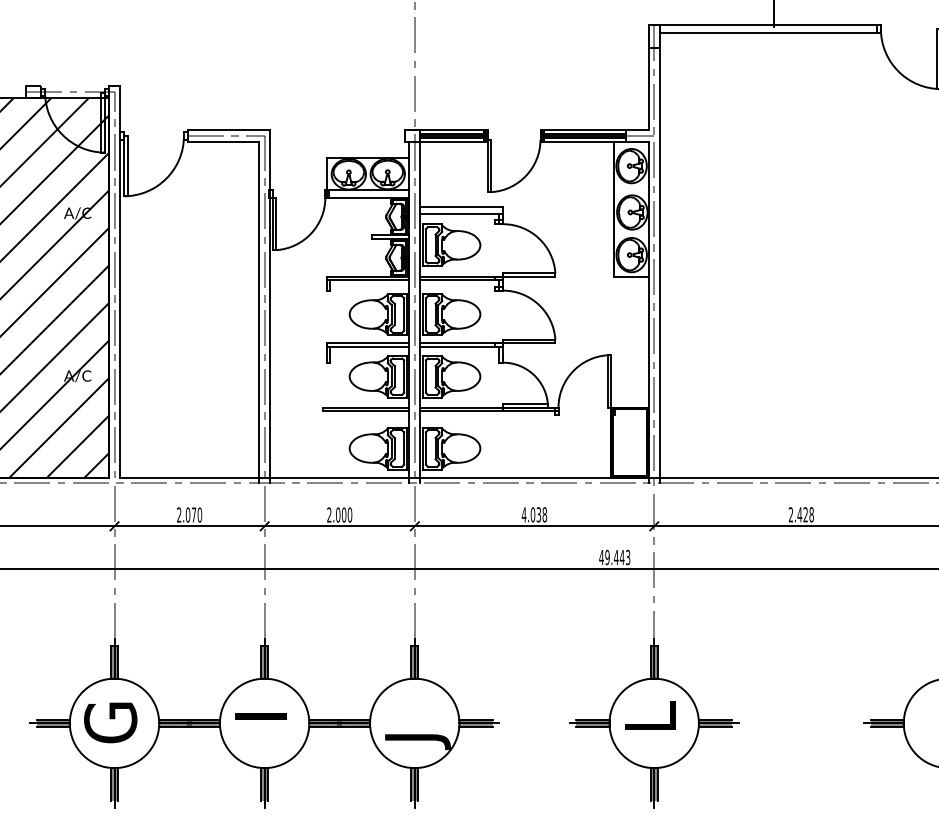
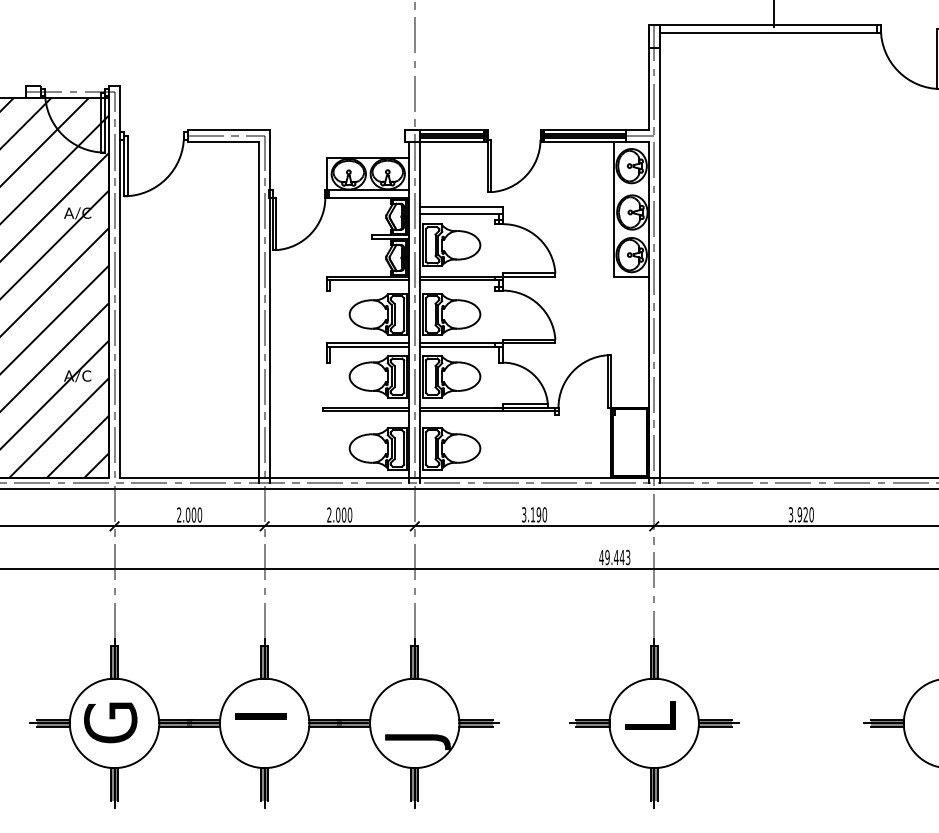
line at (468, 488): none -> present
text at (193, 514): 2.070 -> 2.000
text at (534, 514): 4.038 -> 3.190
text at (800, 514): 2.428 -> 3.920
